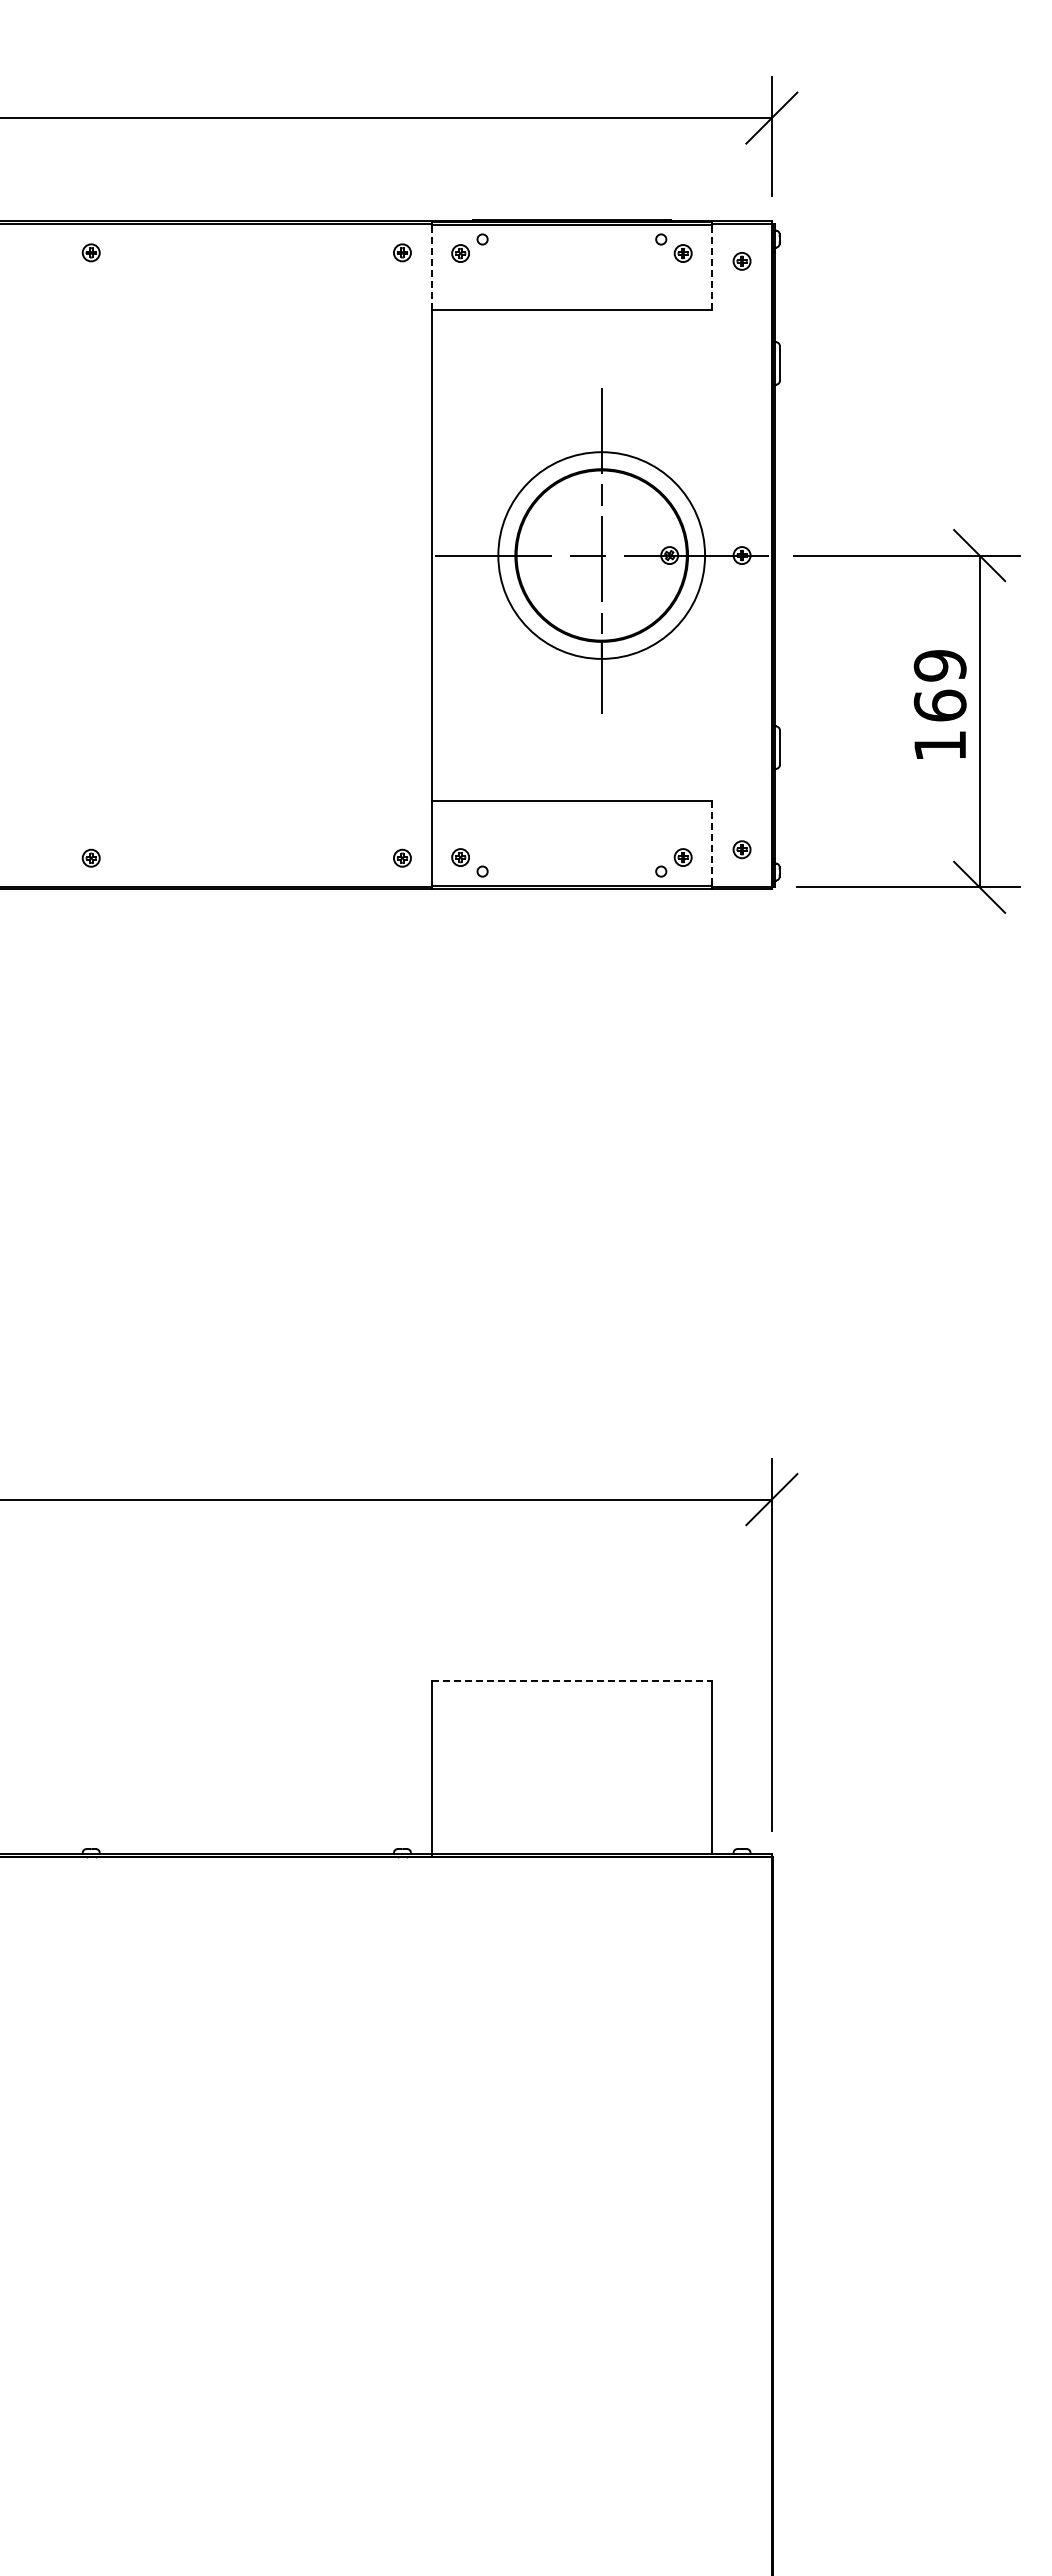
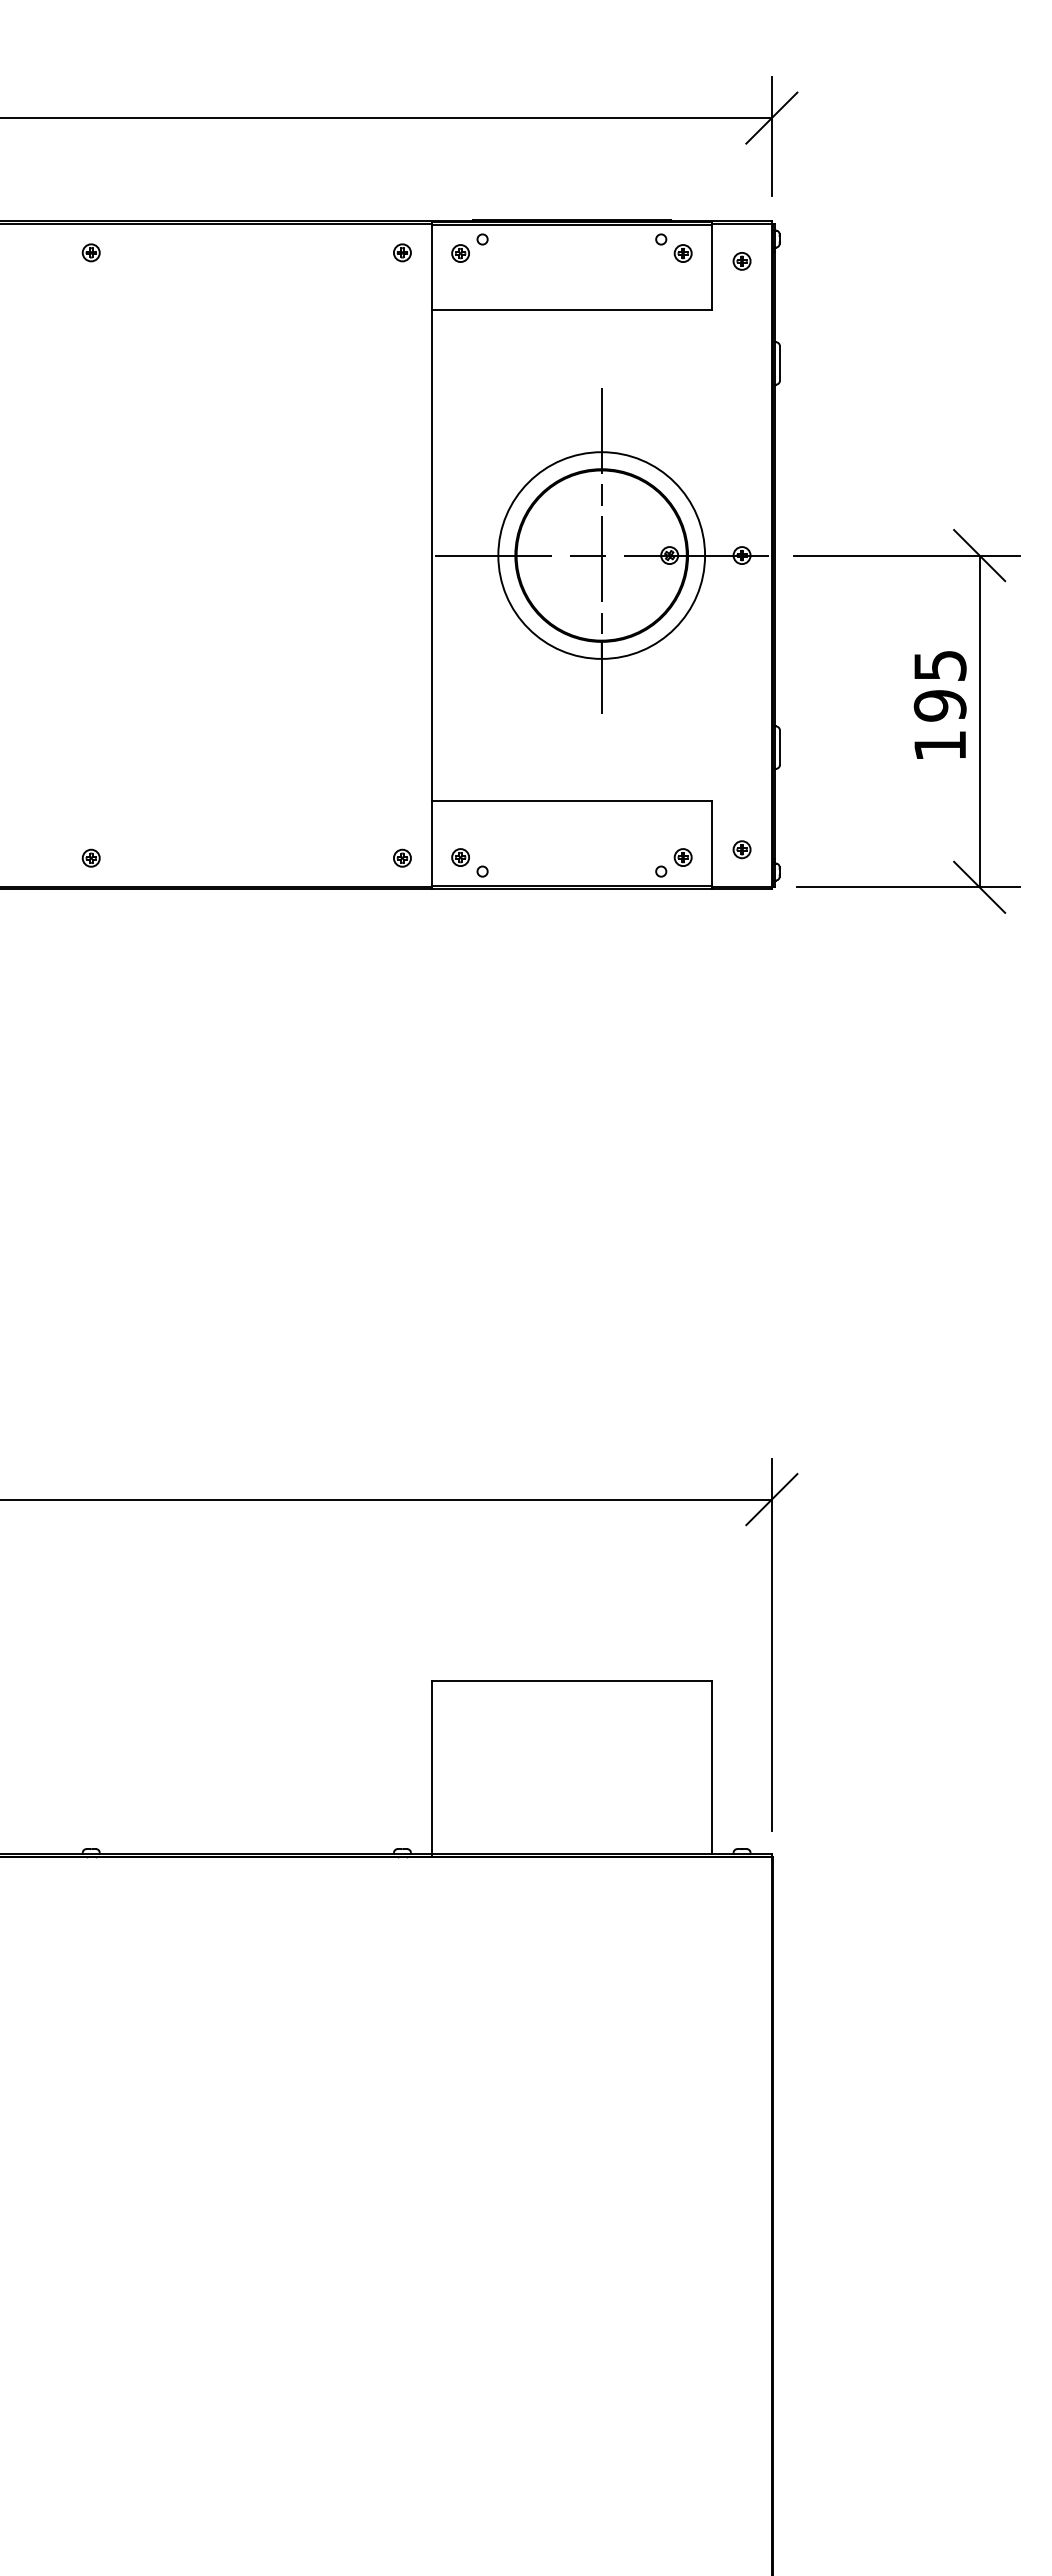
line at (431, 267): dashed -> solid
line at (712, 268): dashed -> solid
text at (939, 685): 169 -> 195
line at (712, 843): dashed -> solid
line at (572, 1681): dashed -> solid
